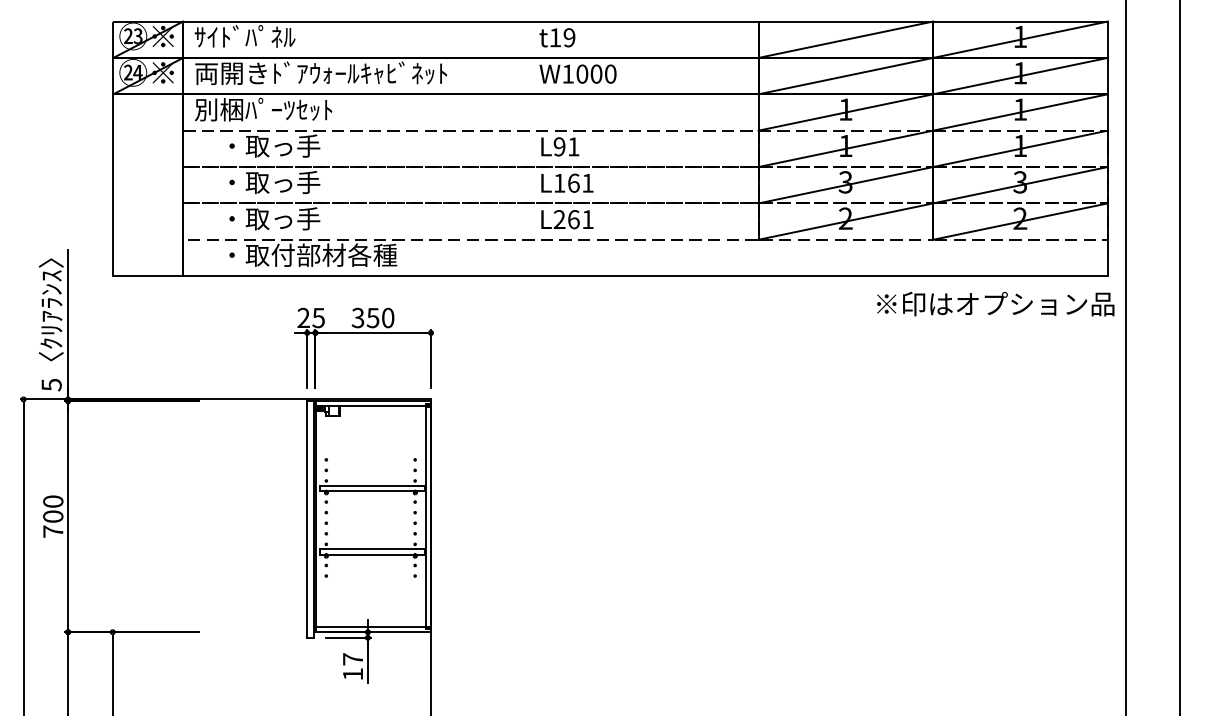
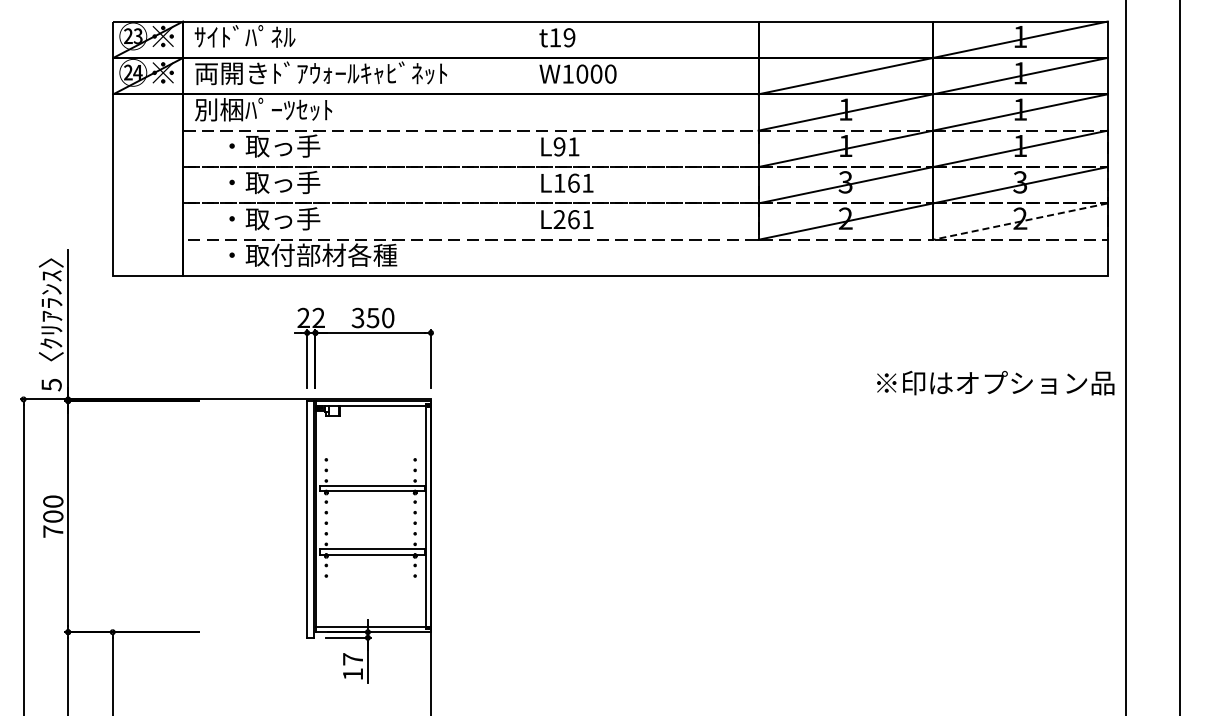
line at (845, 39): present -> none
line at (1020, 221): solid -> dashed
text at (995, 303) position: (995, 303) -> (995, 382)
text at (318, 317): 25 -> 22
